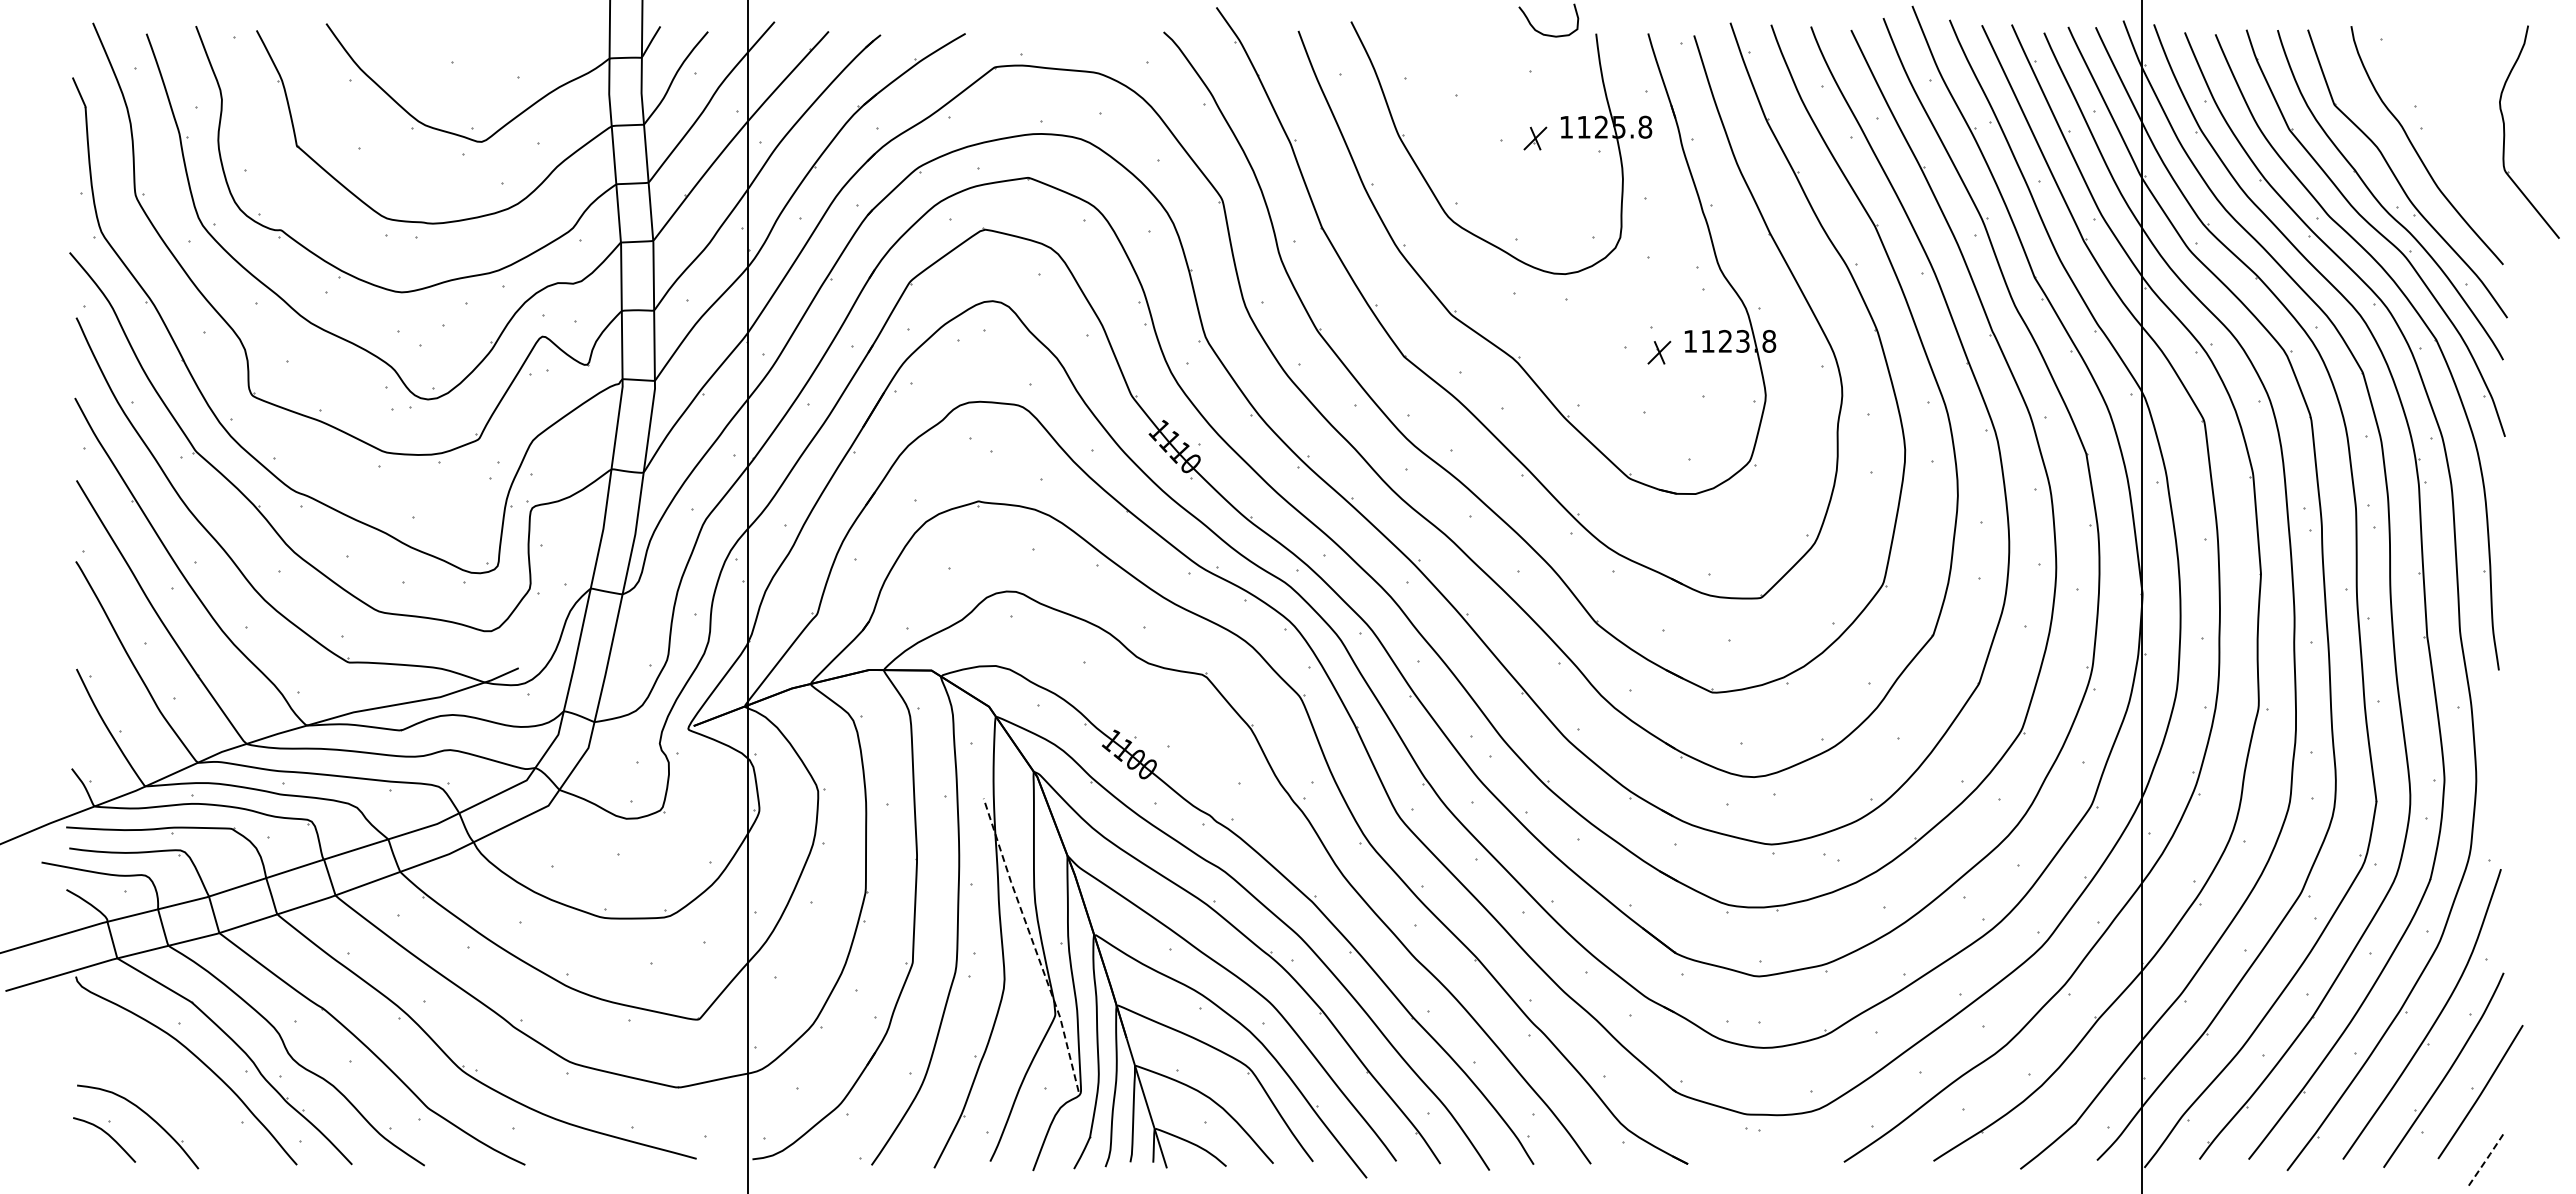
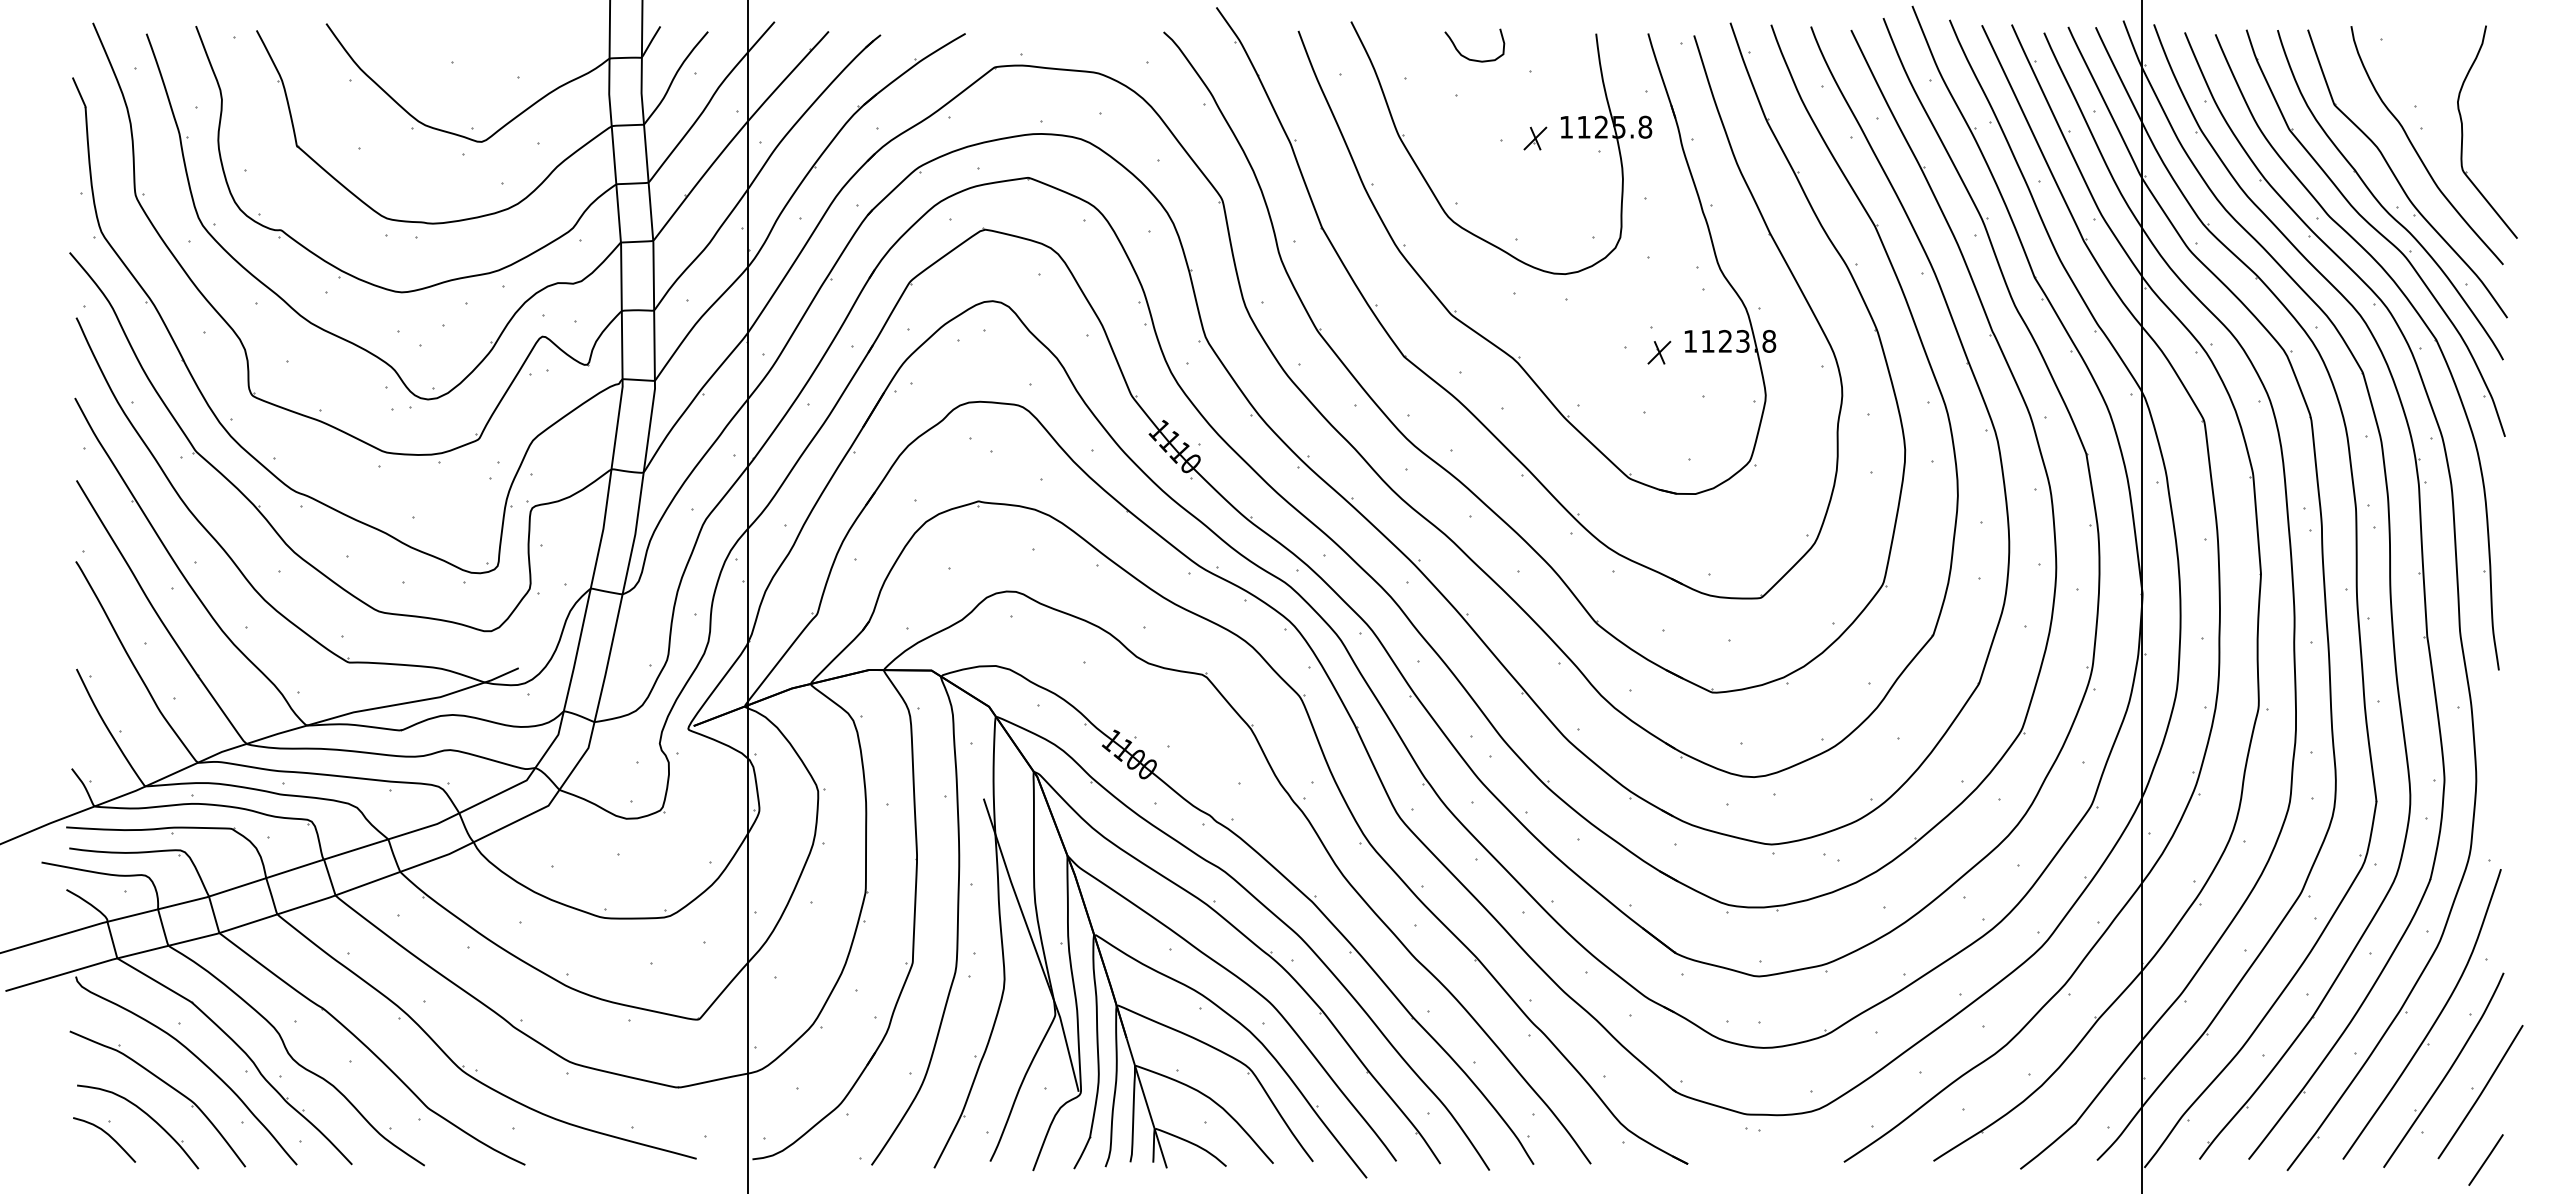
curve at (1541, 32) position: (1541, 32) -> (1467, 57)
part at (2505, 132) position: (2505, 132) -> (2463, 132)
line at (1033, 944): dashed -> solid
part at (167, 1085): none -> present
line at (2486, 1159): dashed -> solid
